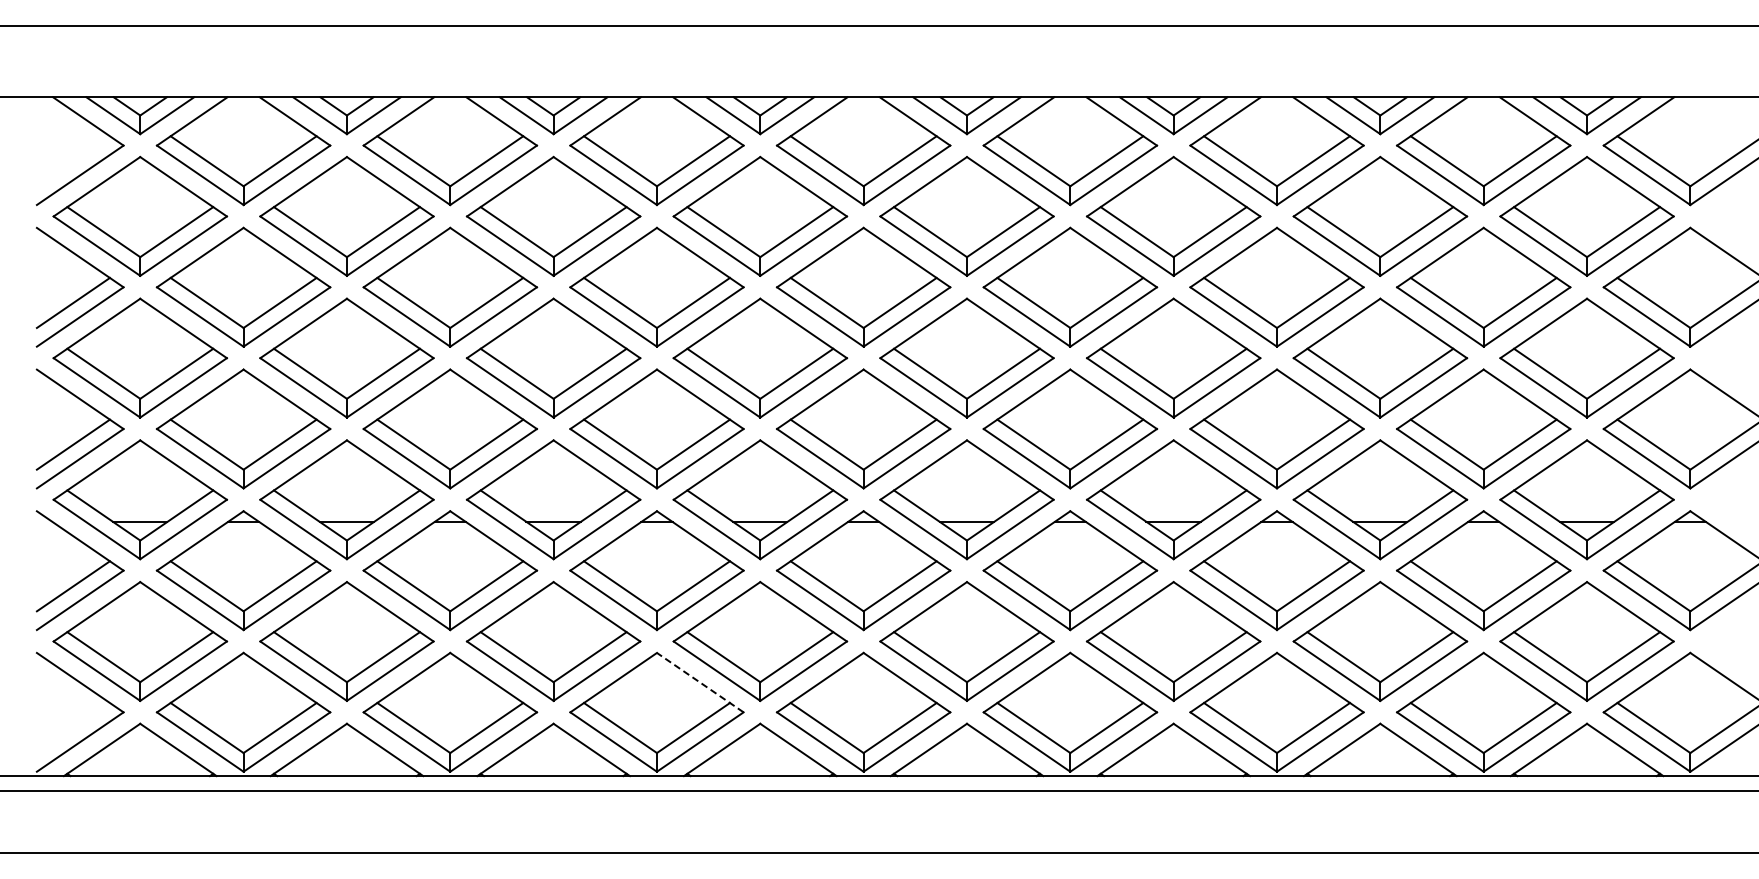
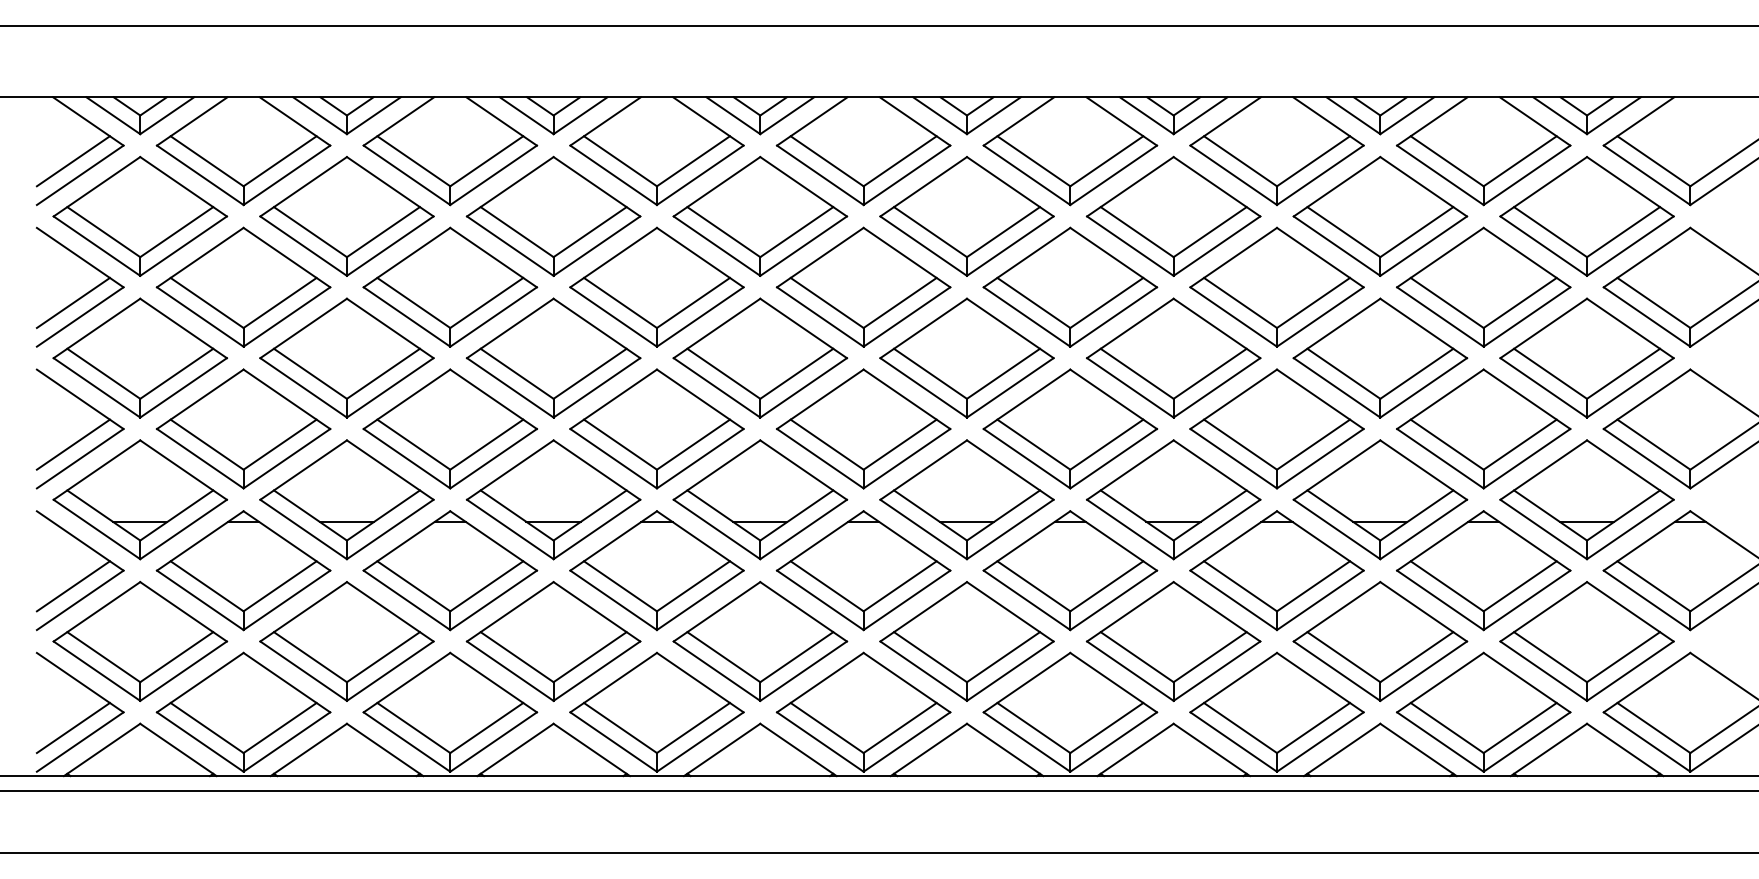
line at (72, 161): none -> present
line at (700, 682): dashed -> solid
line at (72, 727): none -> present
